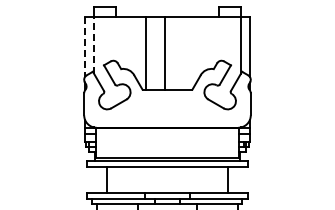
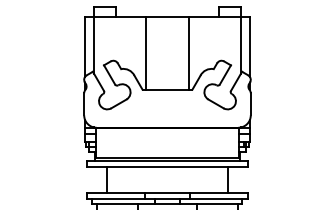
line at (94, 45): dashed -> solid
line at (85, 47): dashed -> solid
line at (164, 53) position: (164, 53) -> (188, 53)
